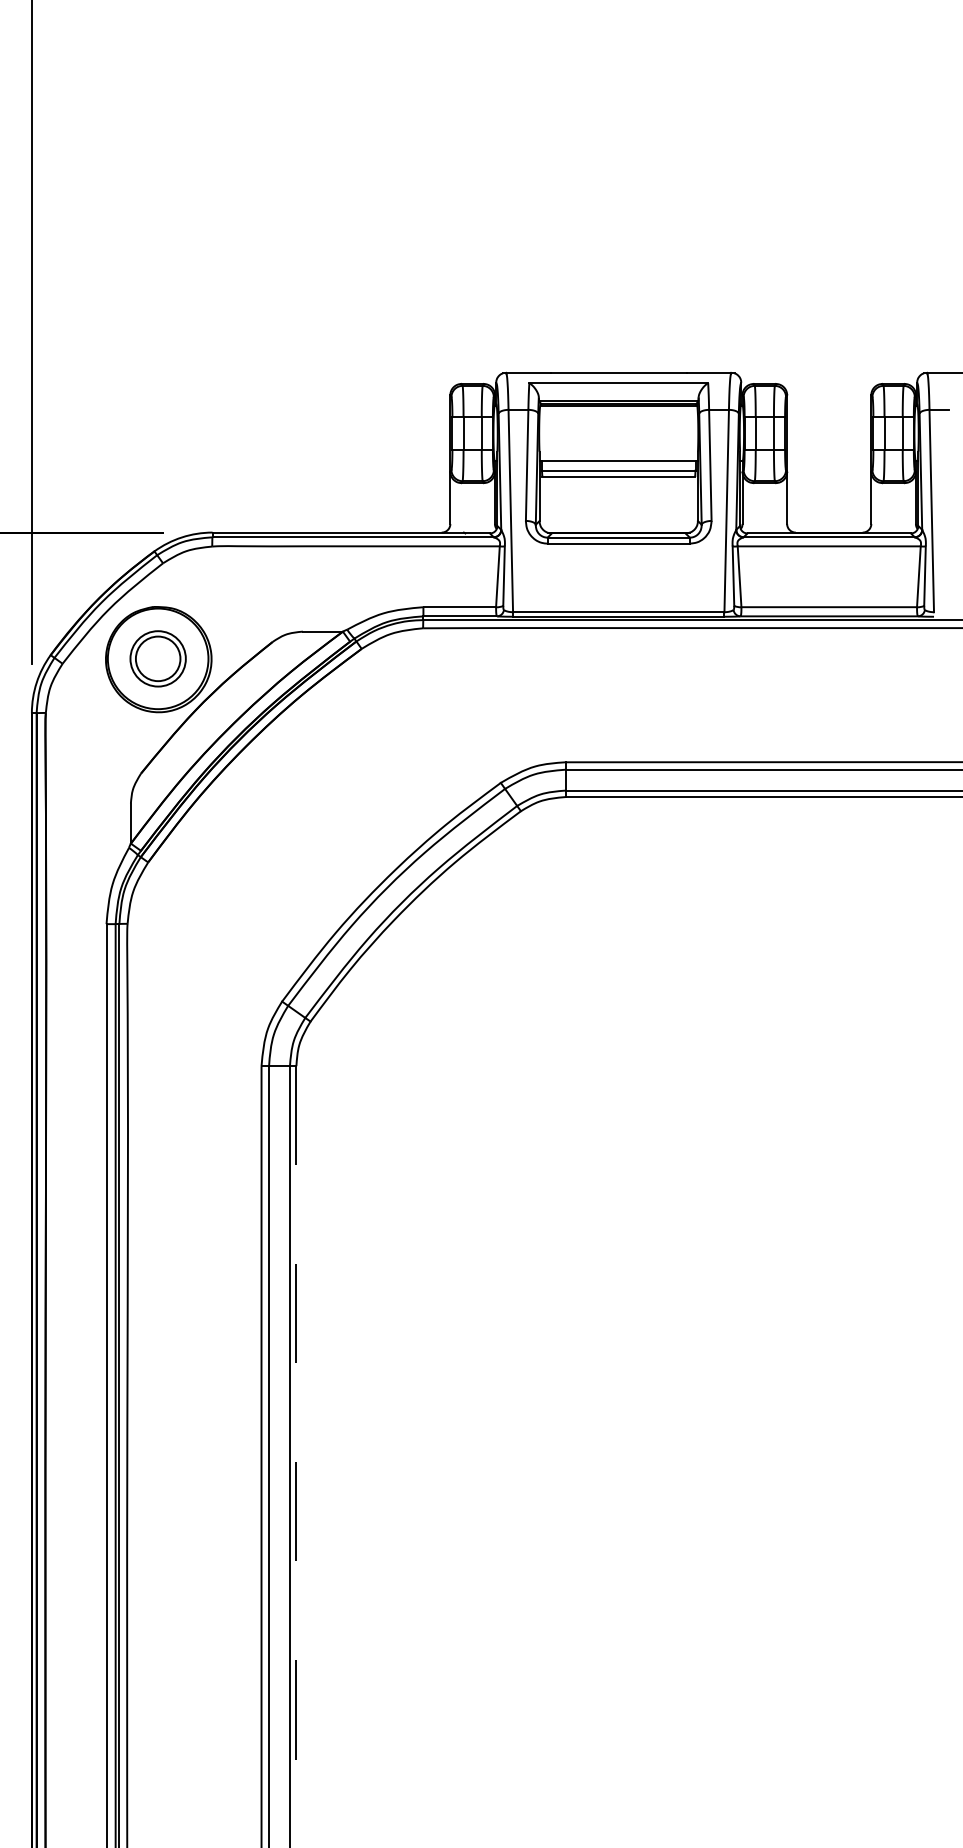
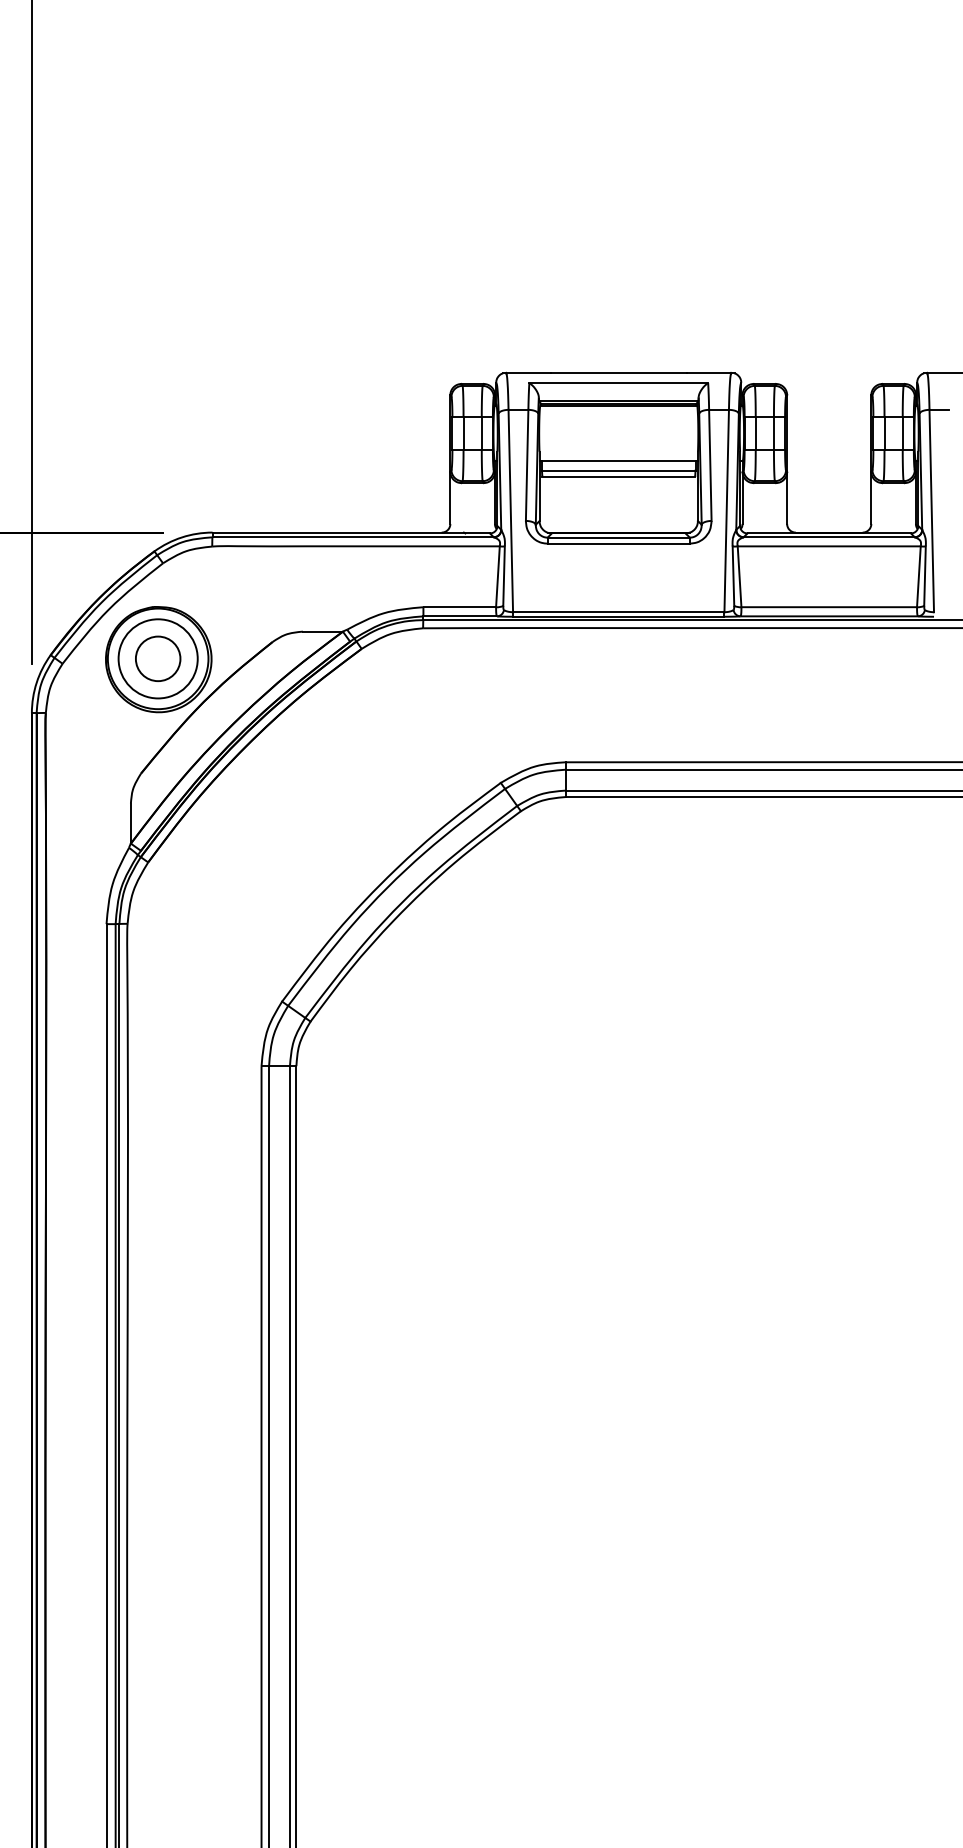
circle at (157, 658) diameter: 55 px -> 79 px
line at (296, 1456): dashed -> solid
